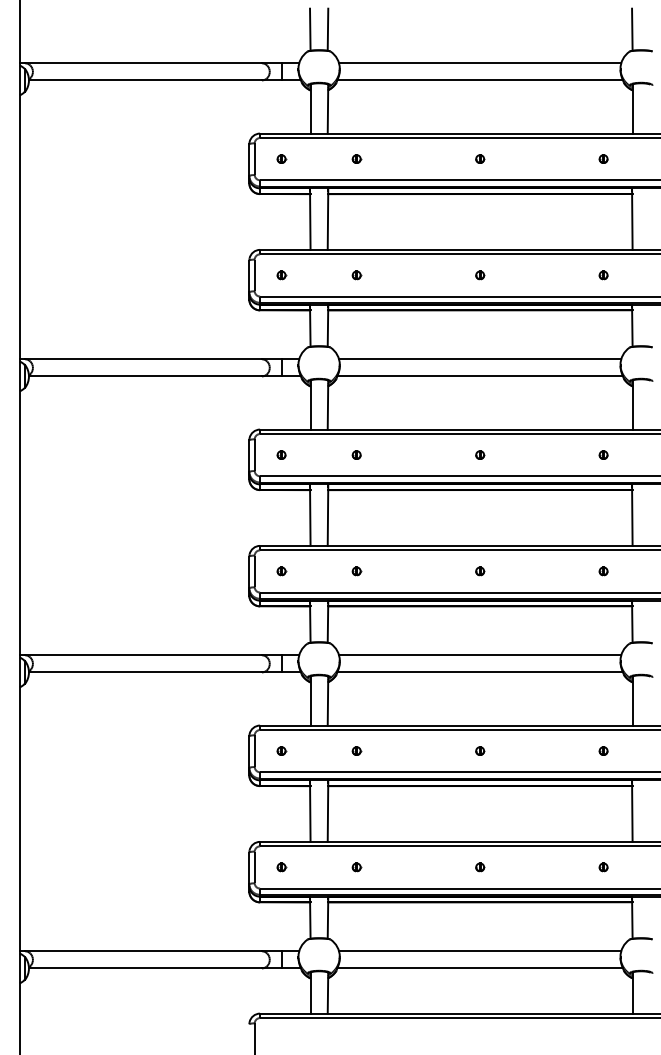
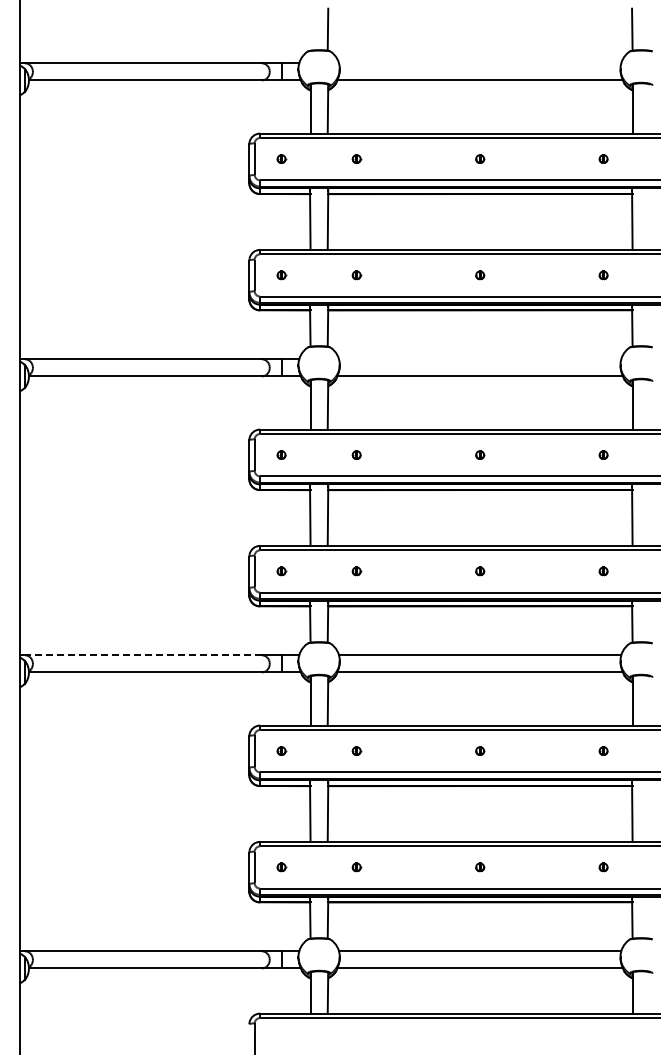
line at (310, 29): present -> none
line at (480, 63): present -> none
line at (480, 359): present -> none
line at (143, 655): solid -> dashed
